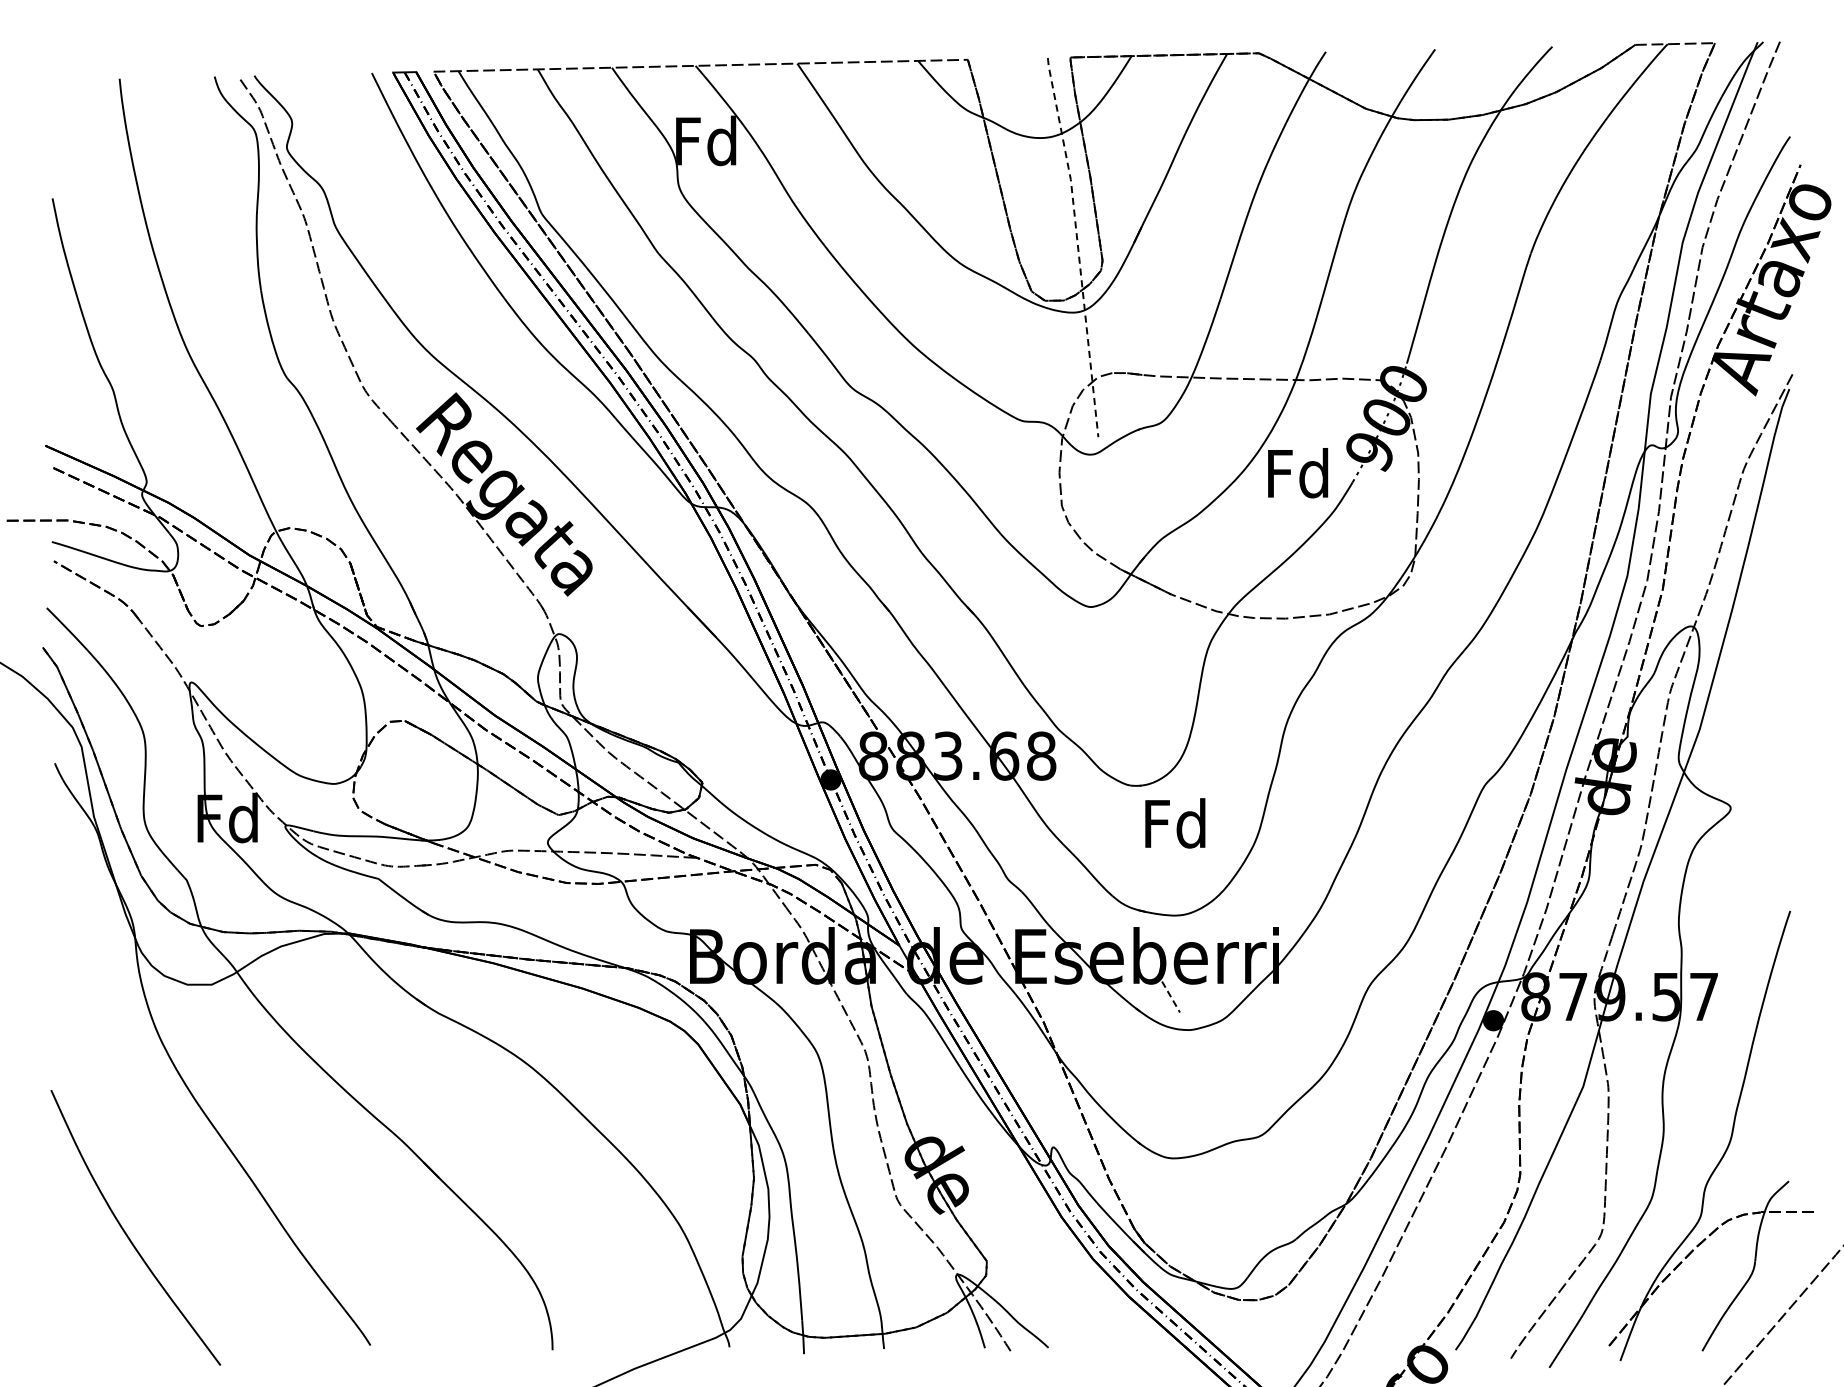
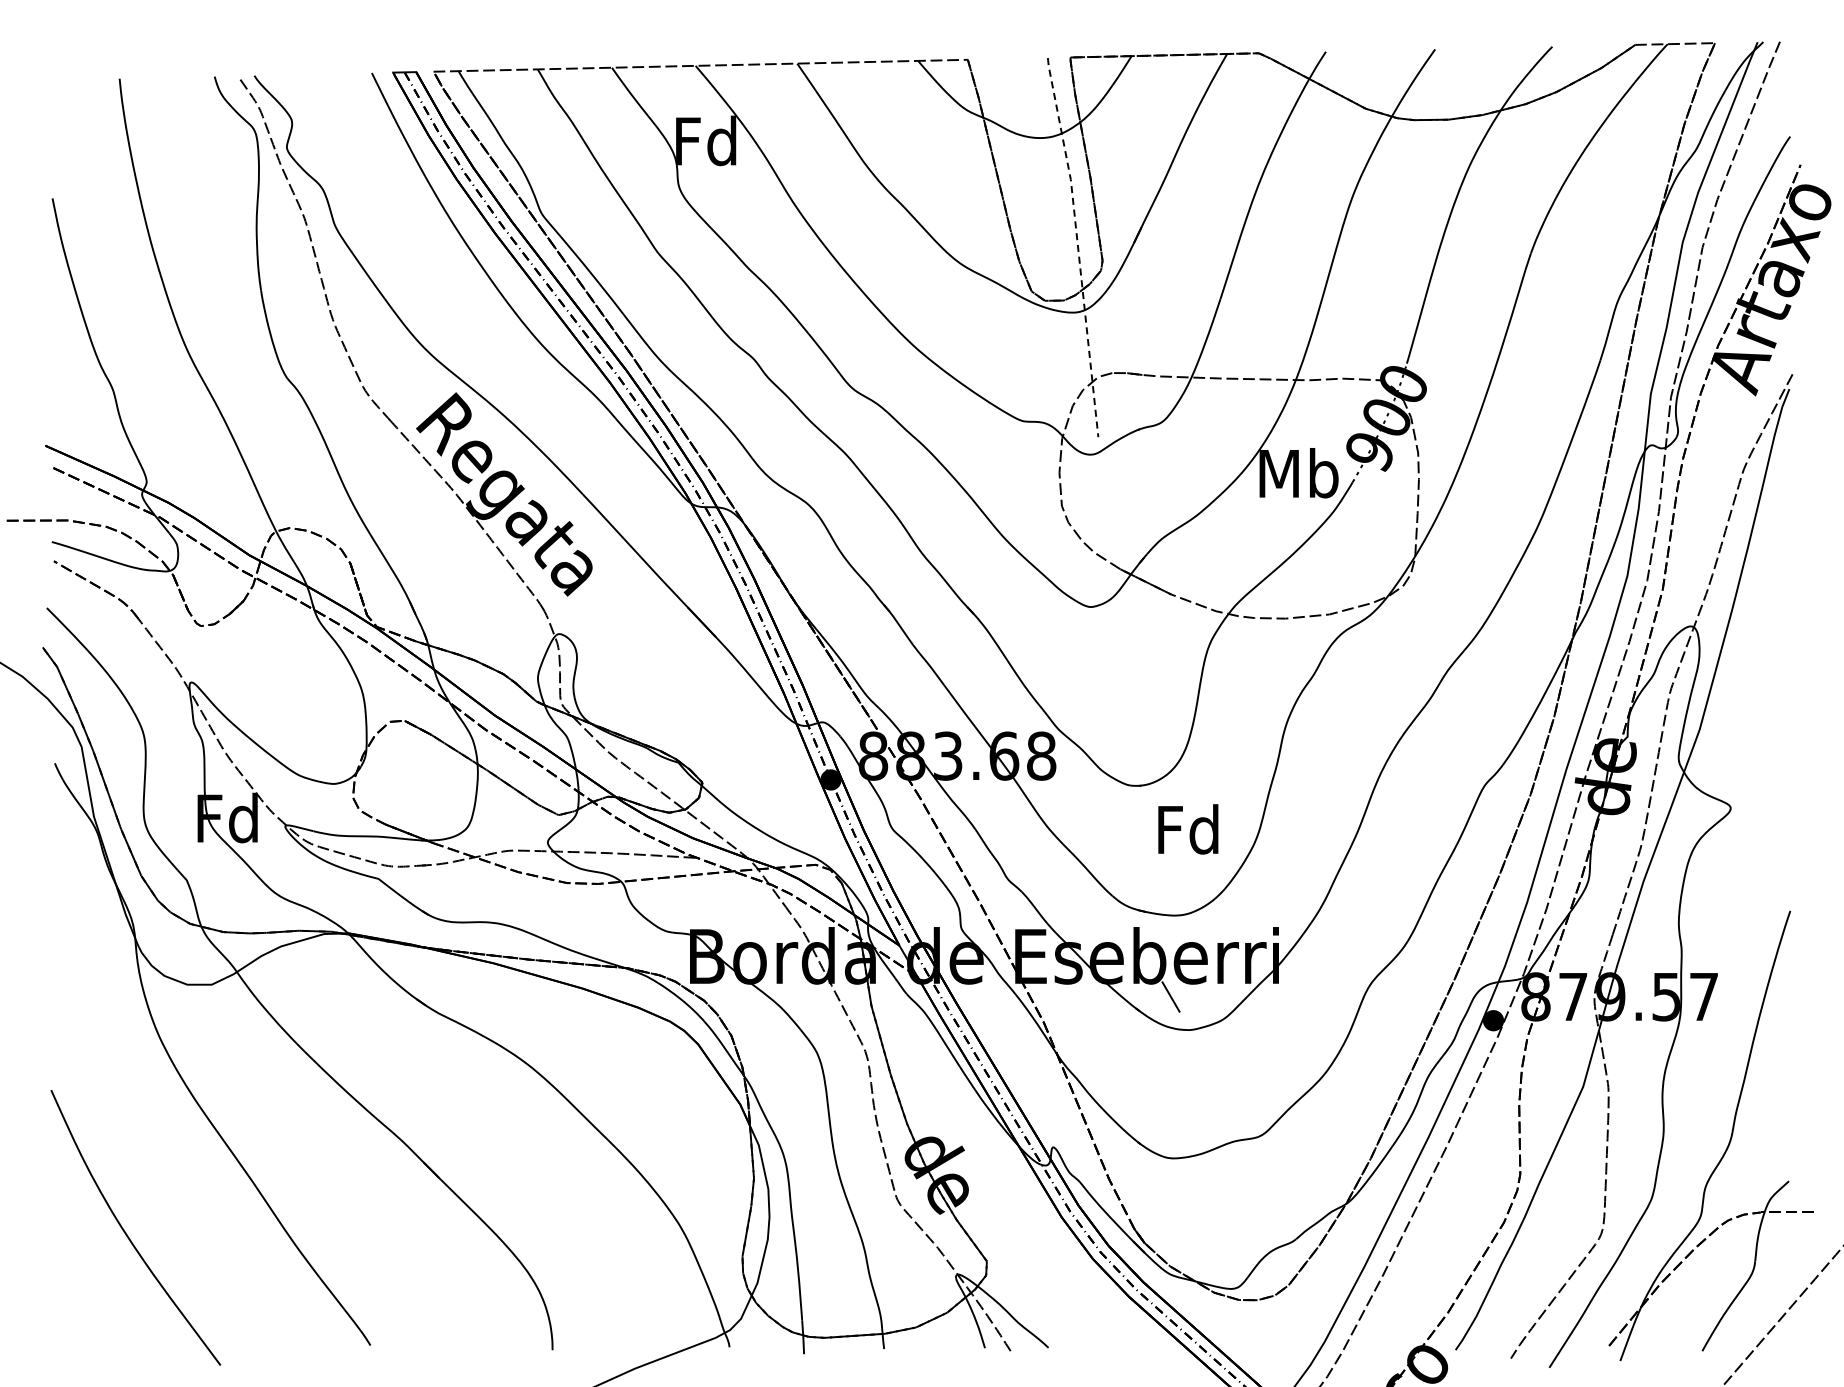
text at (1298, 473): Fd -> Mb
text at (1175, 823) position: (1175, 823) -> (1188, 829)
line at (1171, 997): dashed -> solid
